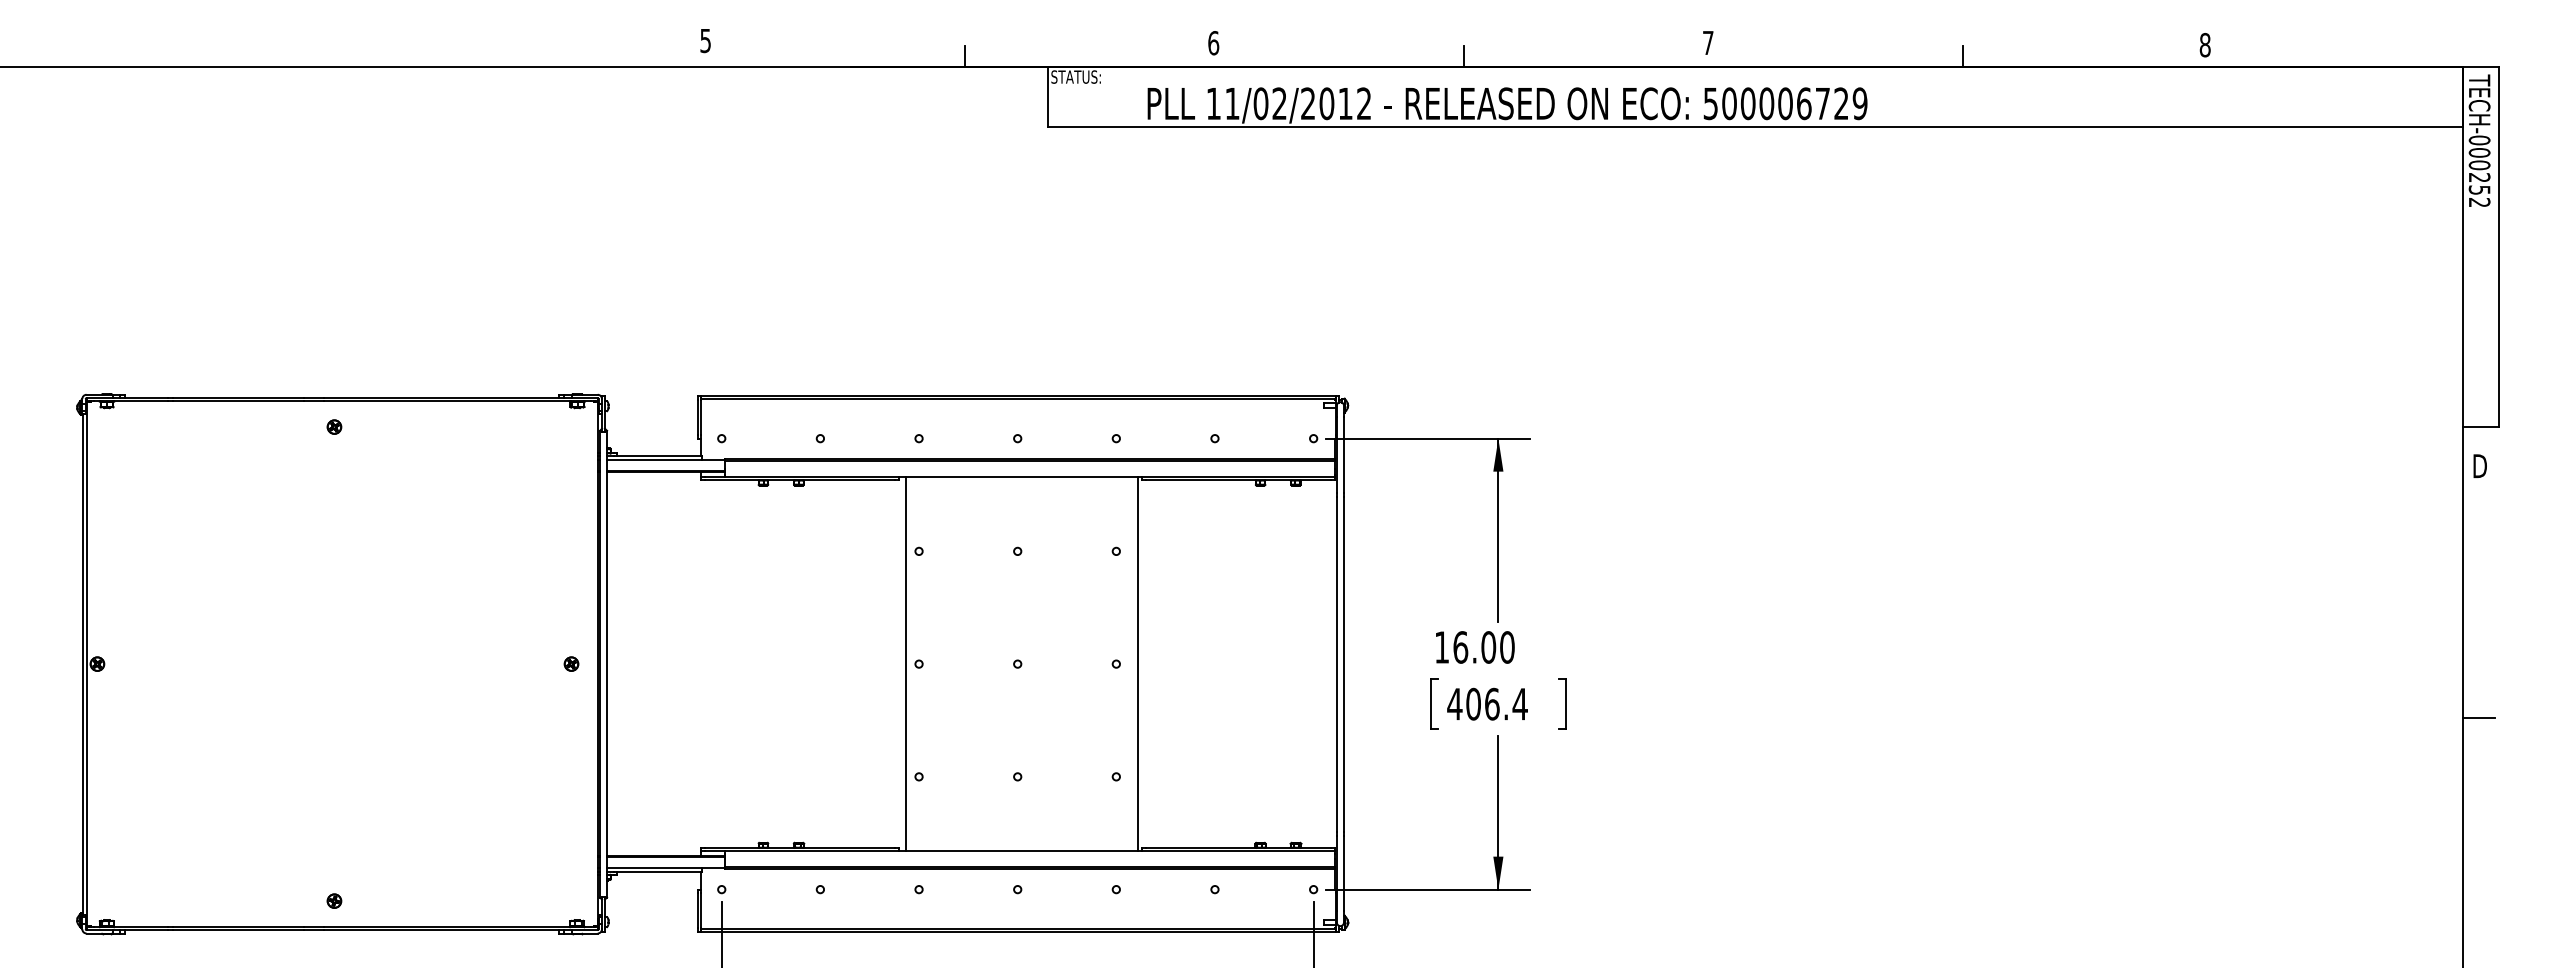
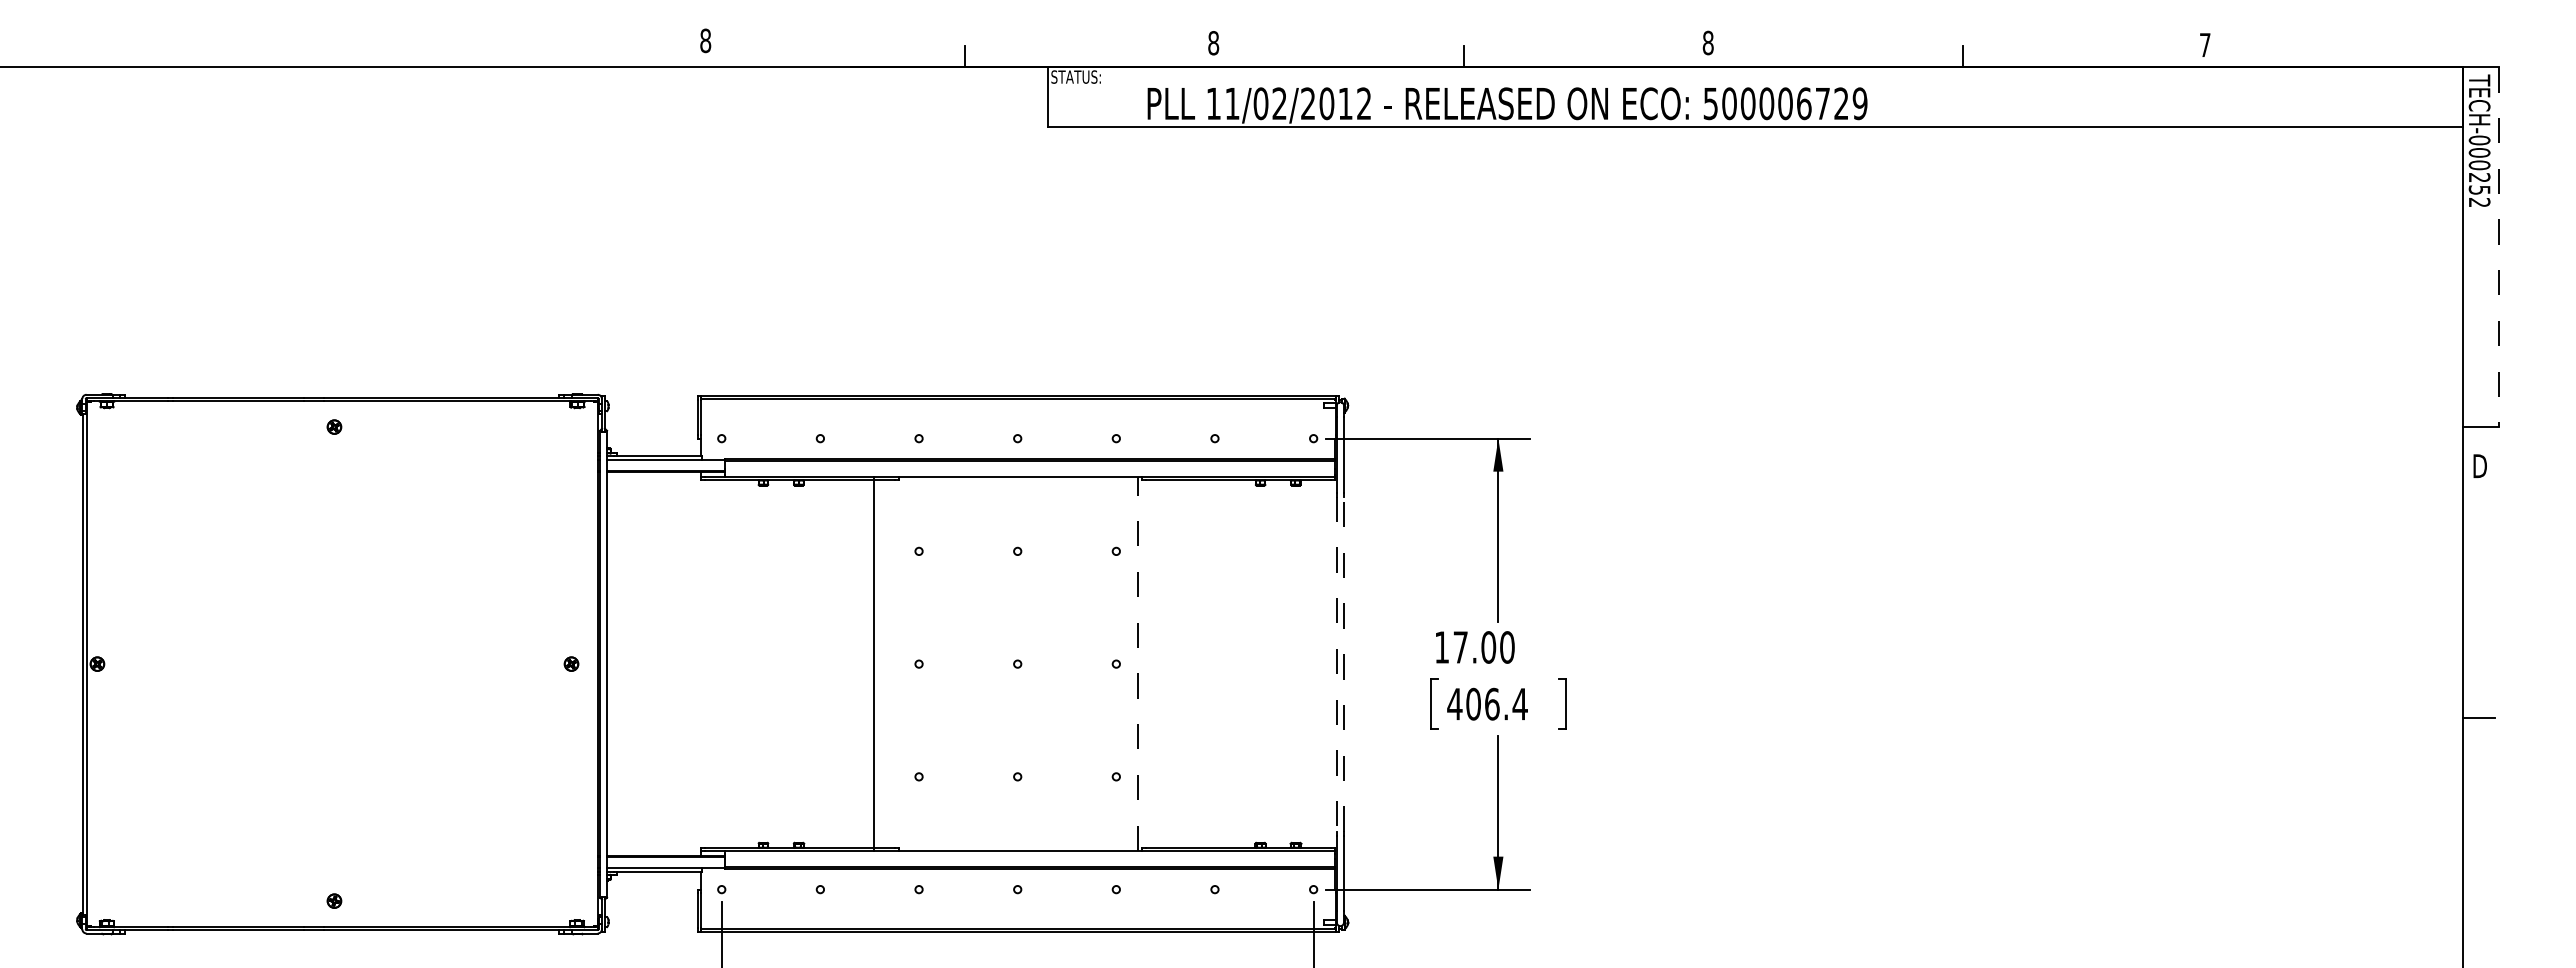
text at (705, 40): 5 -> 8
text at (1707, 42): 7 -> 8
text at (1213, 43): 6 -> 8
text at (2204, 44): 8 -> 7
line at (2498, 247): solid -> dashed
text at (1460, 647): 16.00 -> 17.00
line at (905, 663) position: (905, 663) -> (873, 663)
line at (1138, 664): solid -> dashed
line at (1336, 664): solid -> dashed
line at (1343, 664): solid -> dashed
